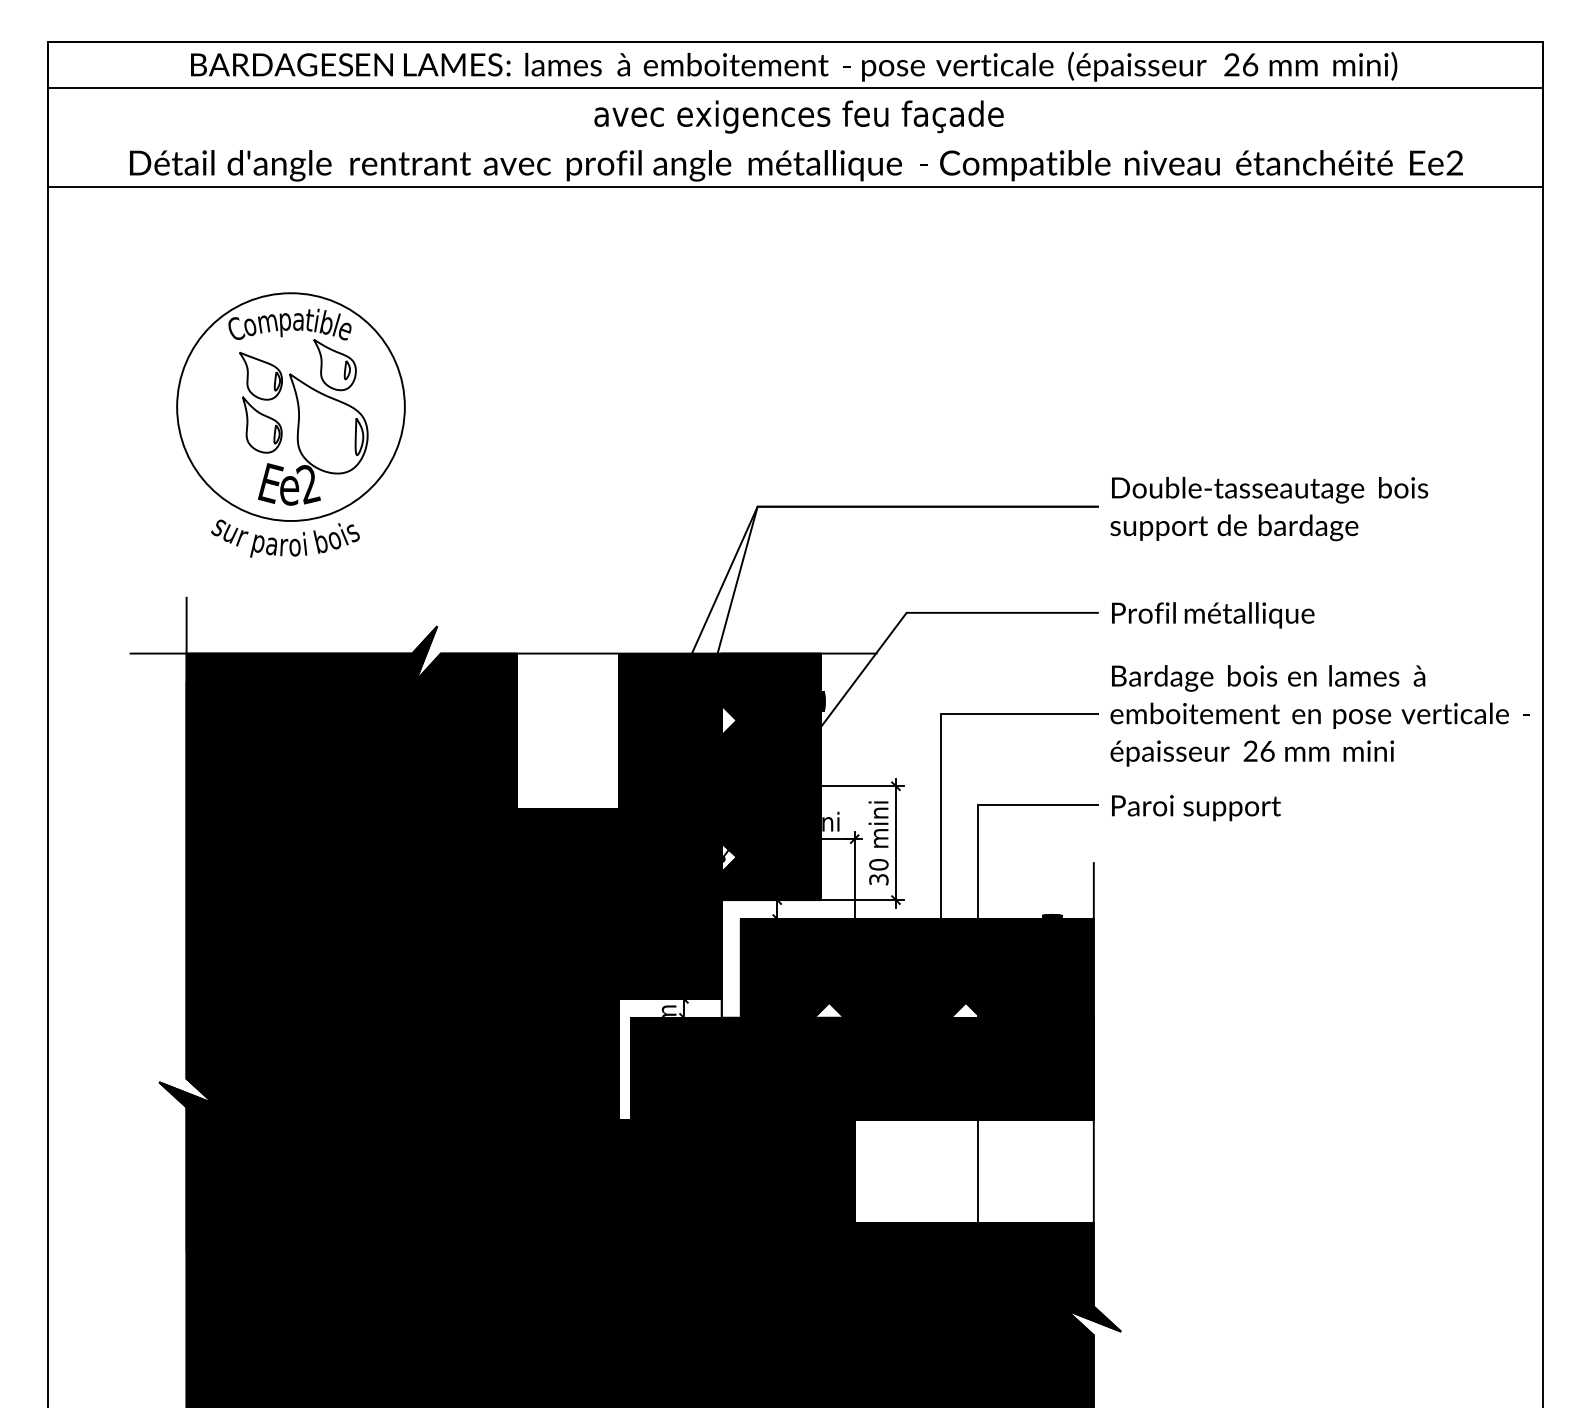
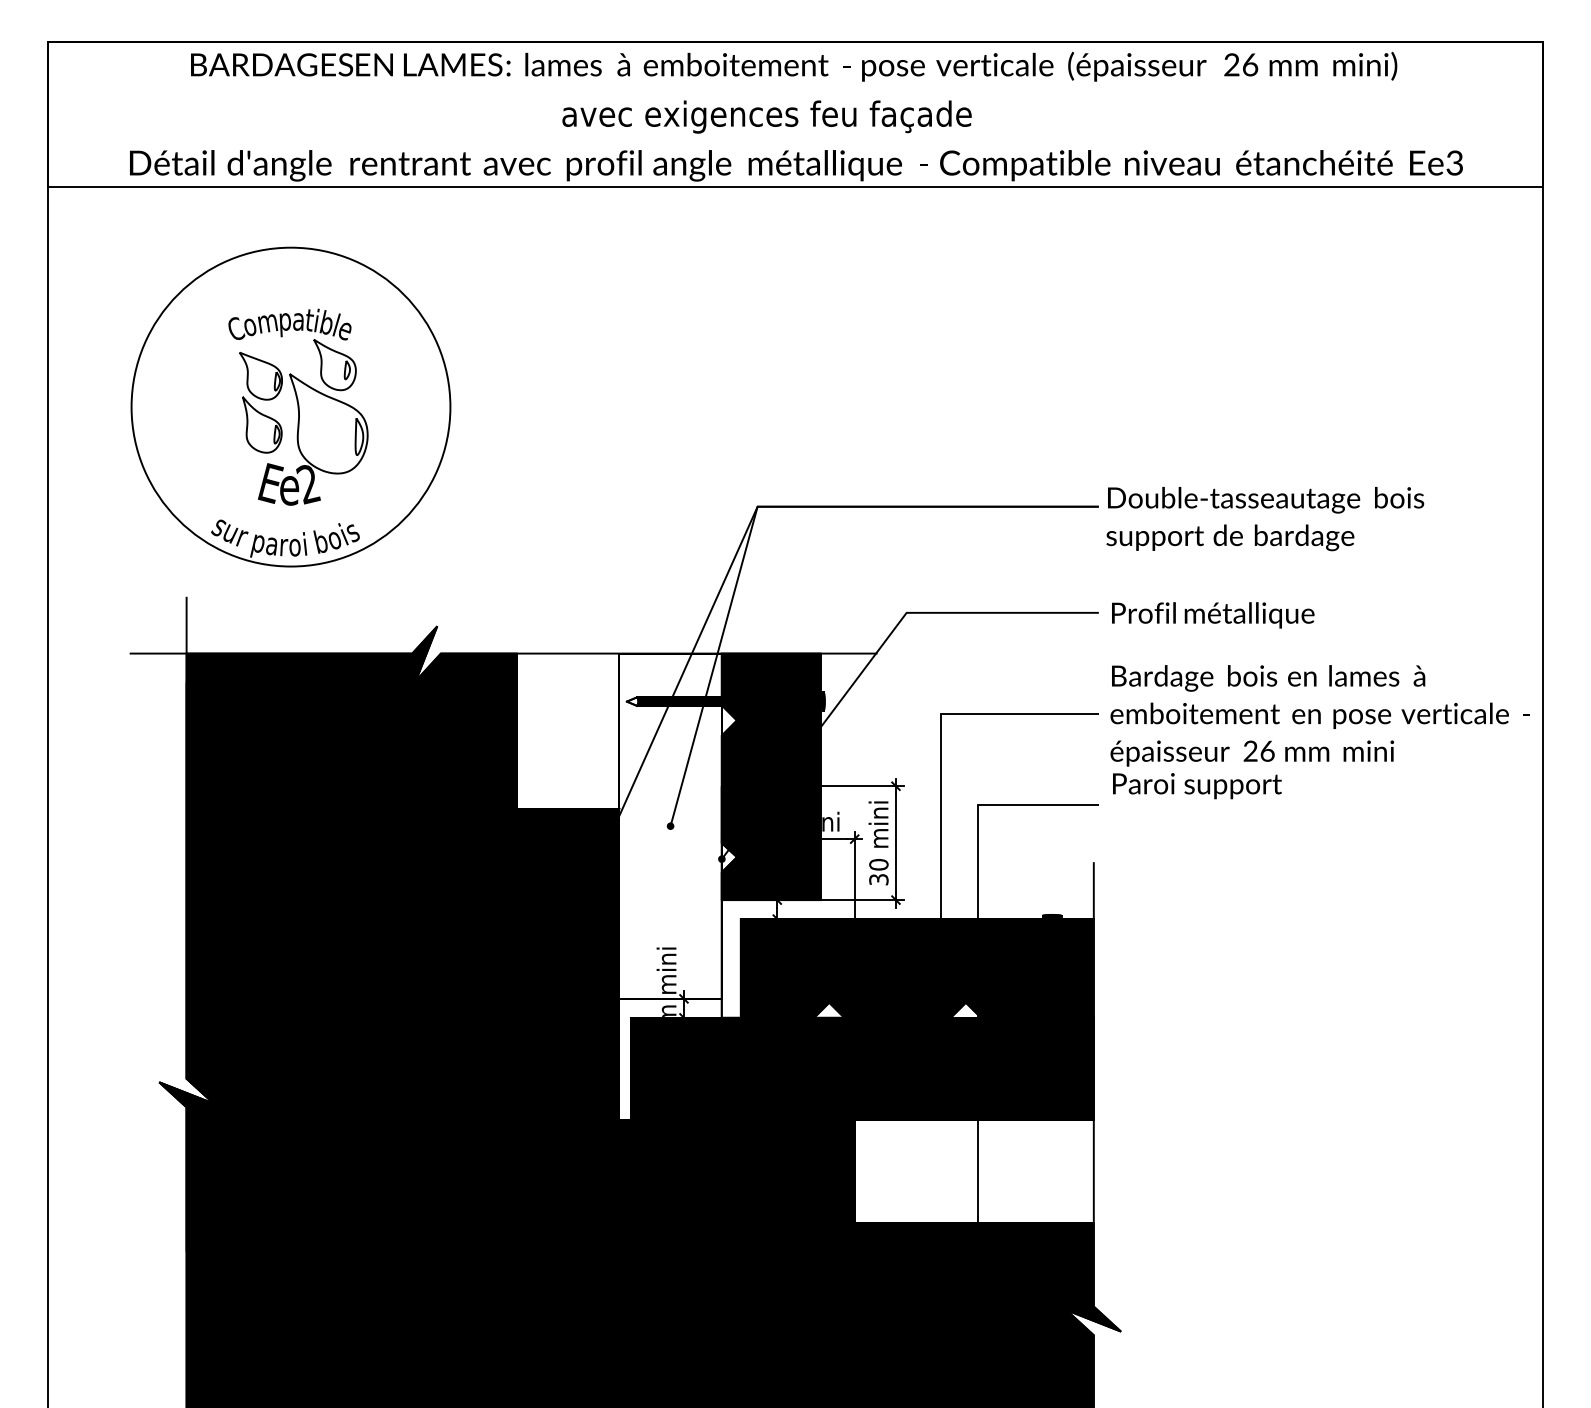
line at (795, 87): present -> none
text at (798, 116) position: (798, 116) -> (766, 116)
text at (1454, 163): Ee2 -> Ee3
circle at (290, 406) diameter: 228 px -> 319 px
text at (1269, 509) position: (1269, 509) -> (1265, 519)
fill at (632, 701): present -> none
text at (1196, 808) position: (1196, 808) -> (1197, 786)
fill at (670, 825): present -> none
